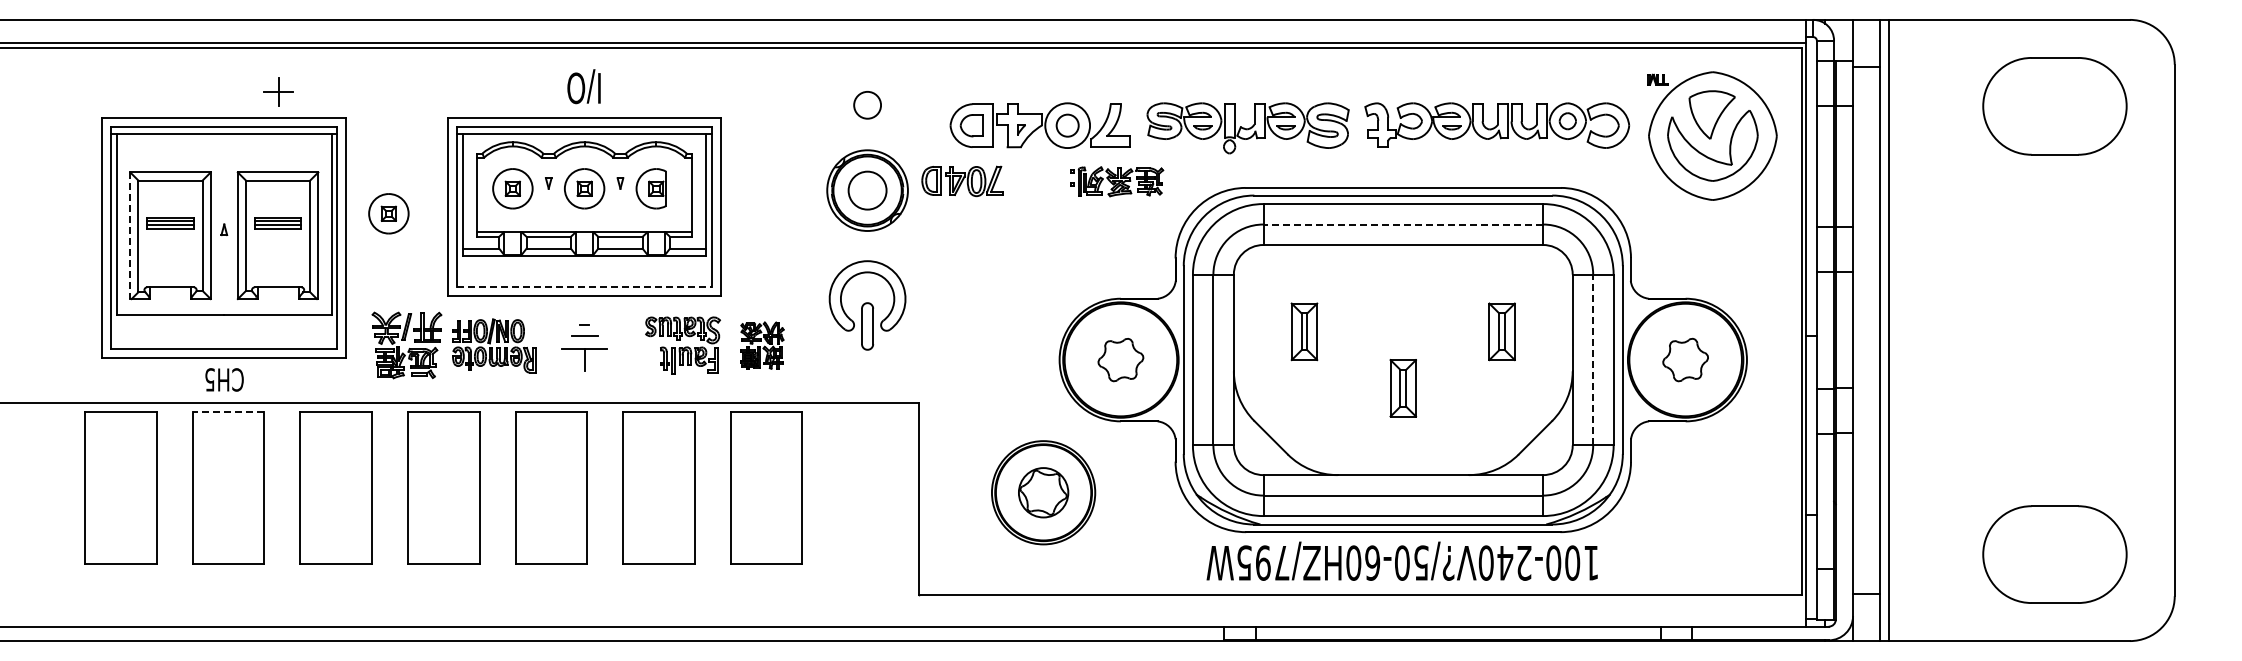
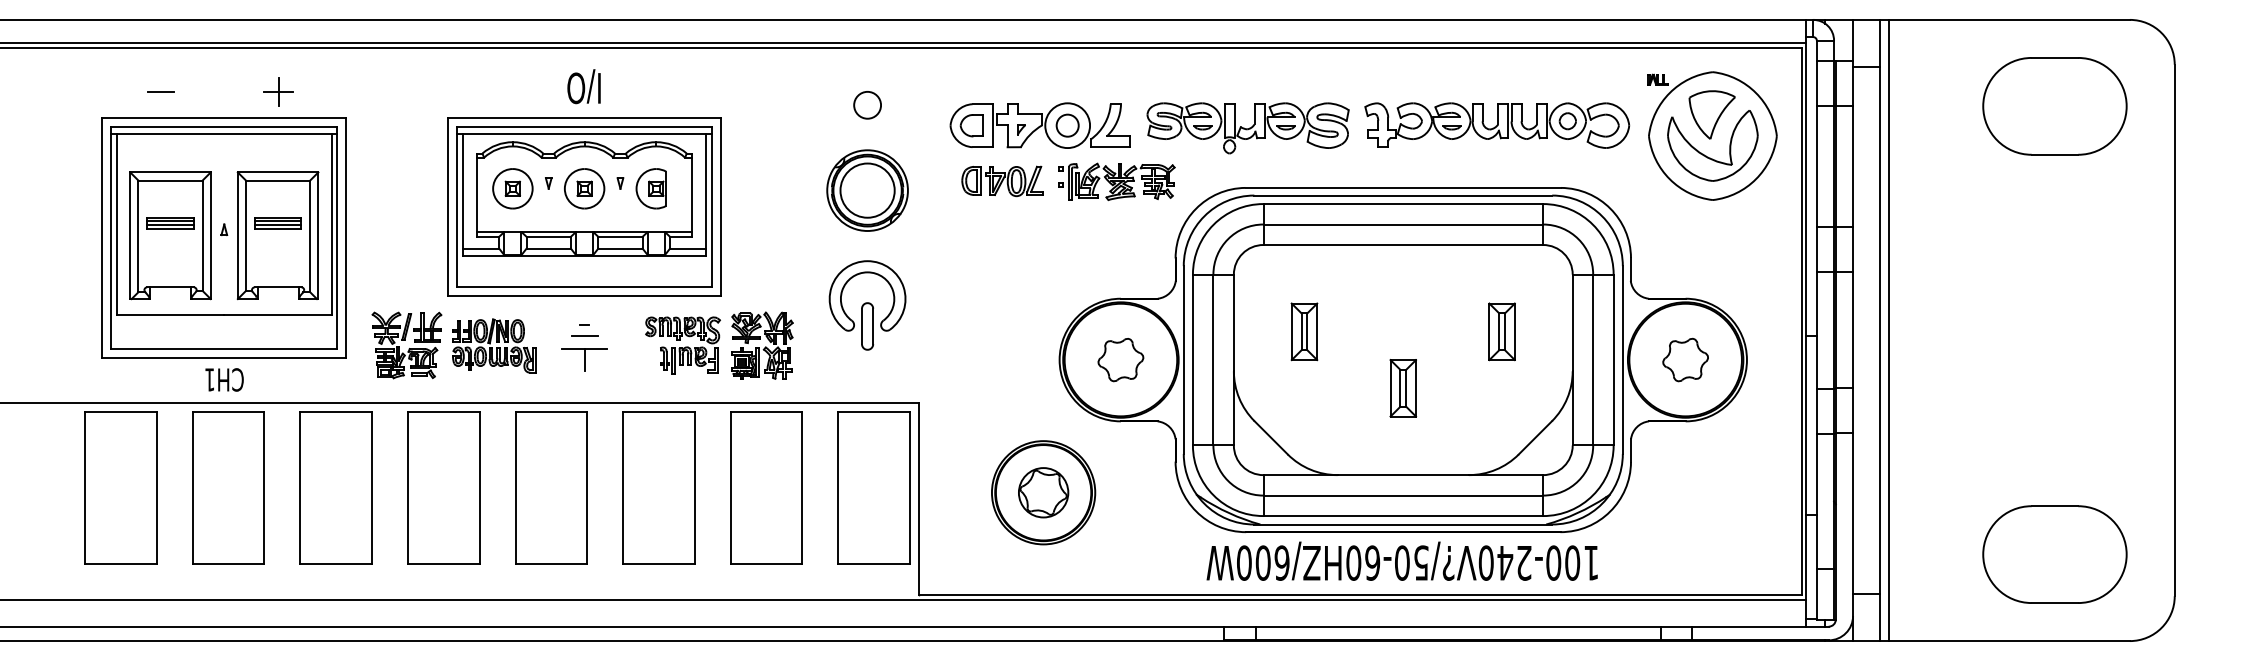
line at (160, 92): none -> present
part at (962, 181) position: (962, 181) -> (1002, 181)
part at (1117, 181) size: 95x32 px -> 118x39 px
circle at (867, 190) diameter: 38 px -> 54 px
part at (388, 213): present -> none
line at (1403, 224): dashed -> solid
line at (130, 236): dashed -> solid
line at (585, 286): dashed -> solid
part at (762, 345) size: 45x49 px -> 63x69 px
line at (1593, 359): dashed -> solid
text at (209, 379): CH5 -> CH1
line at (228, 411): dashed -> solid
part at (873, 487): none -> present
text at (1263, 562): 100-240V?/50-60HZ/795W -> 100-240V?/50-60HZ/600W
line at (904, 600): none -> present
